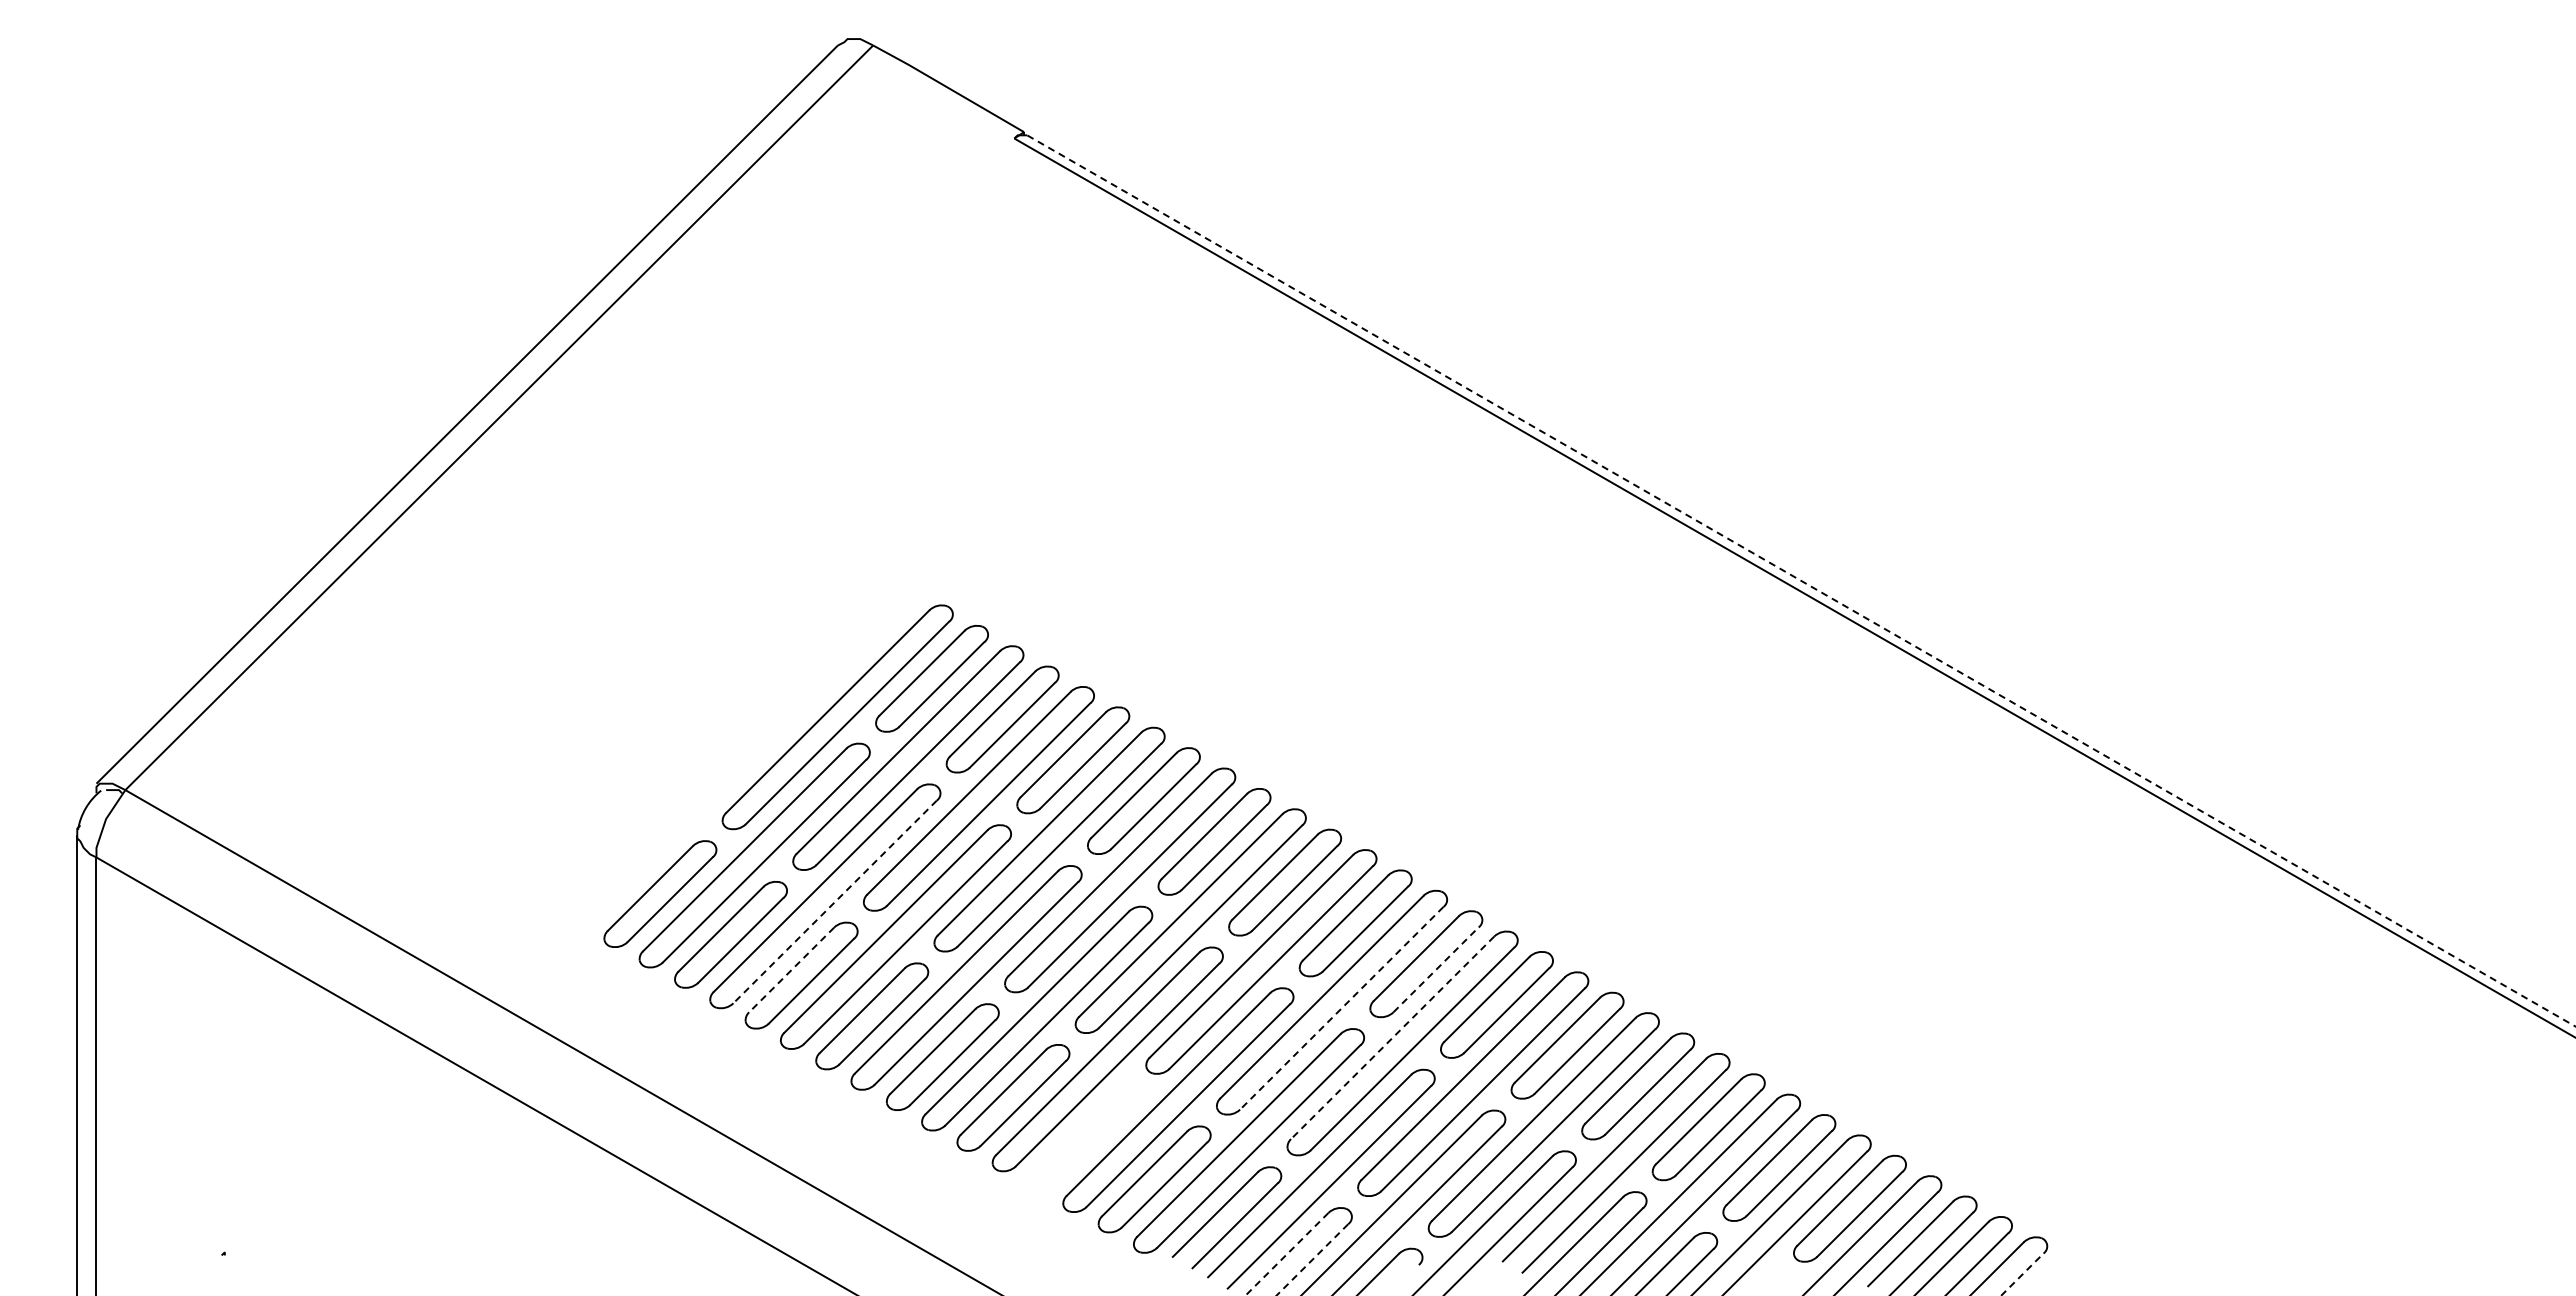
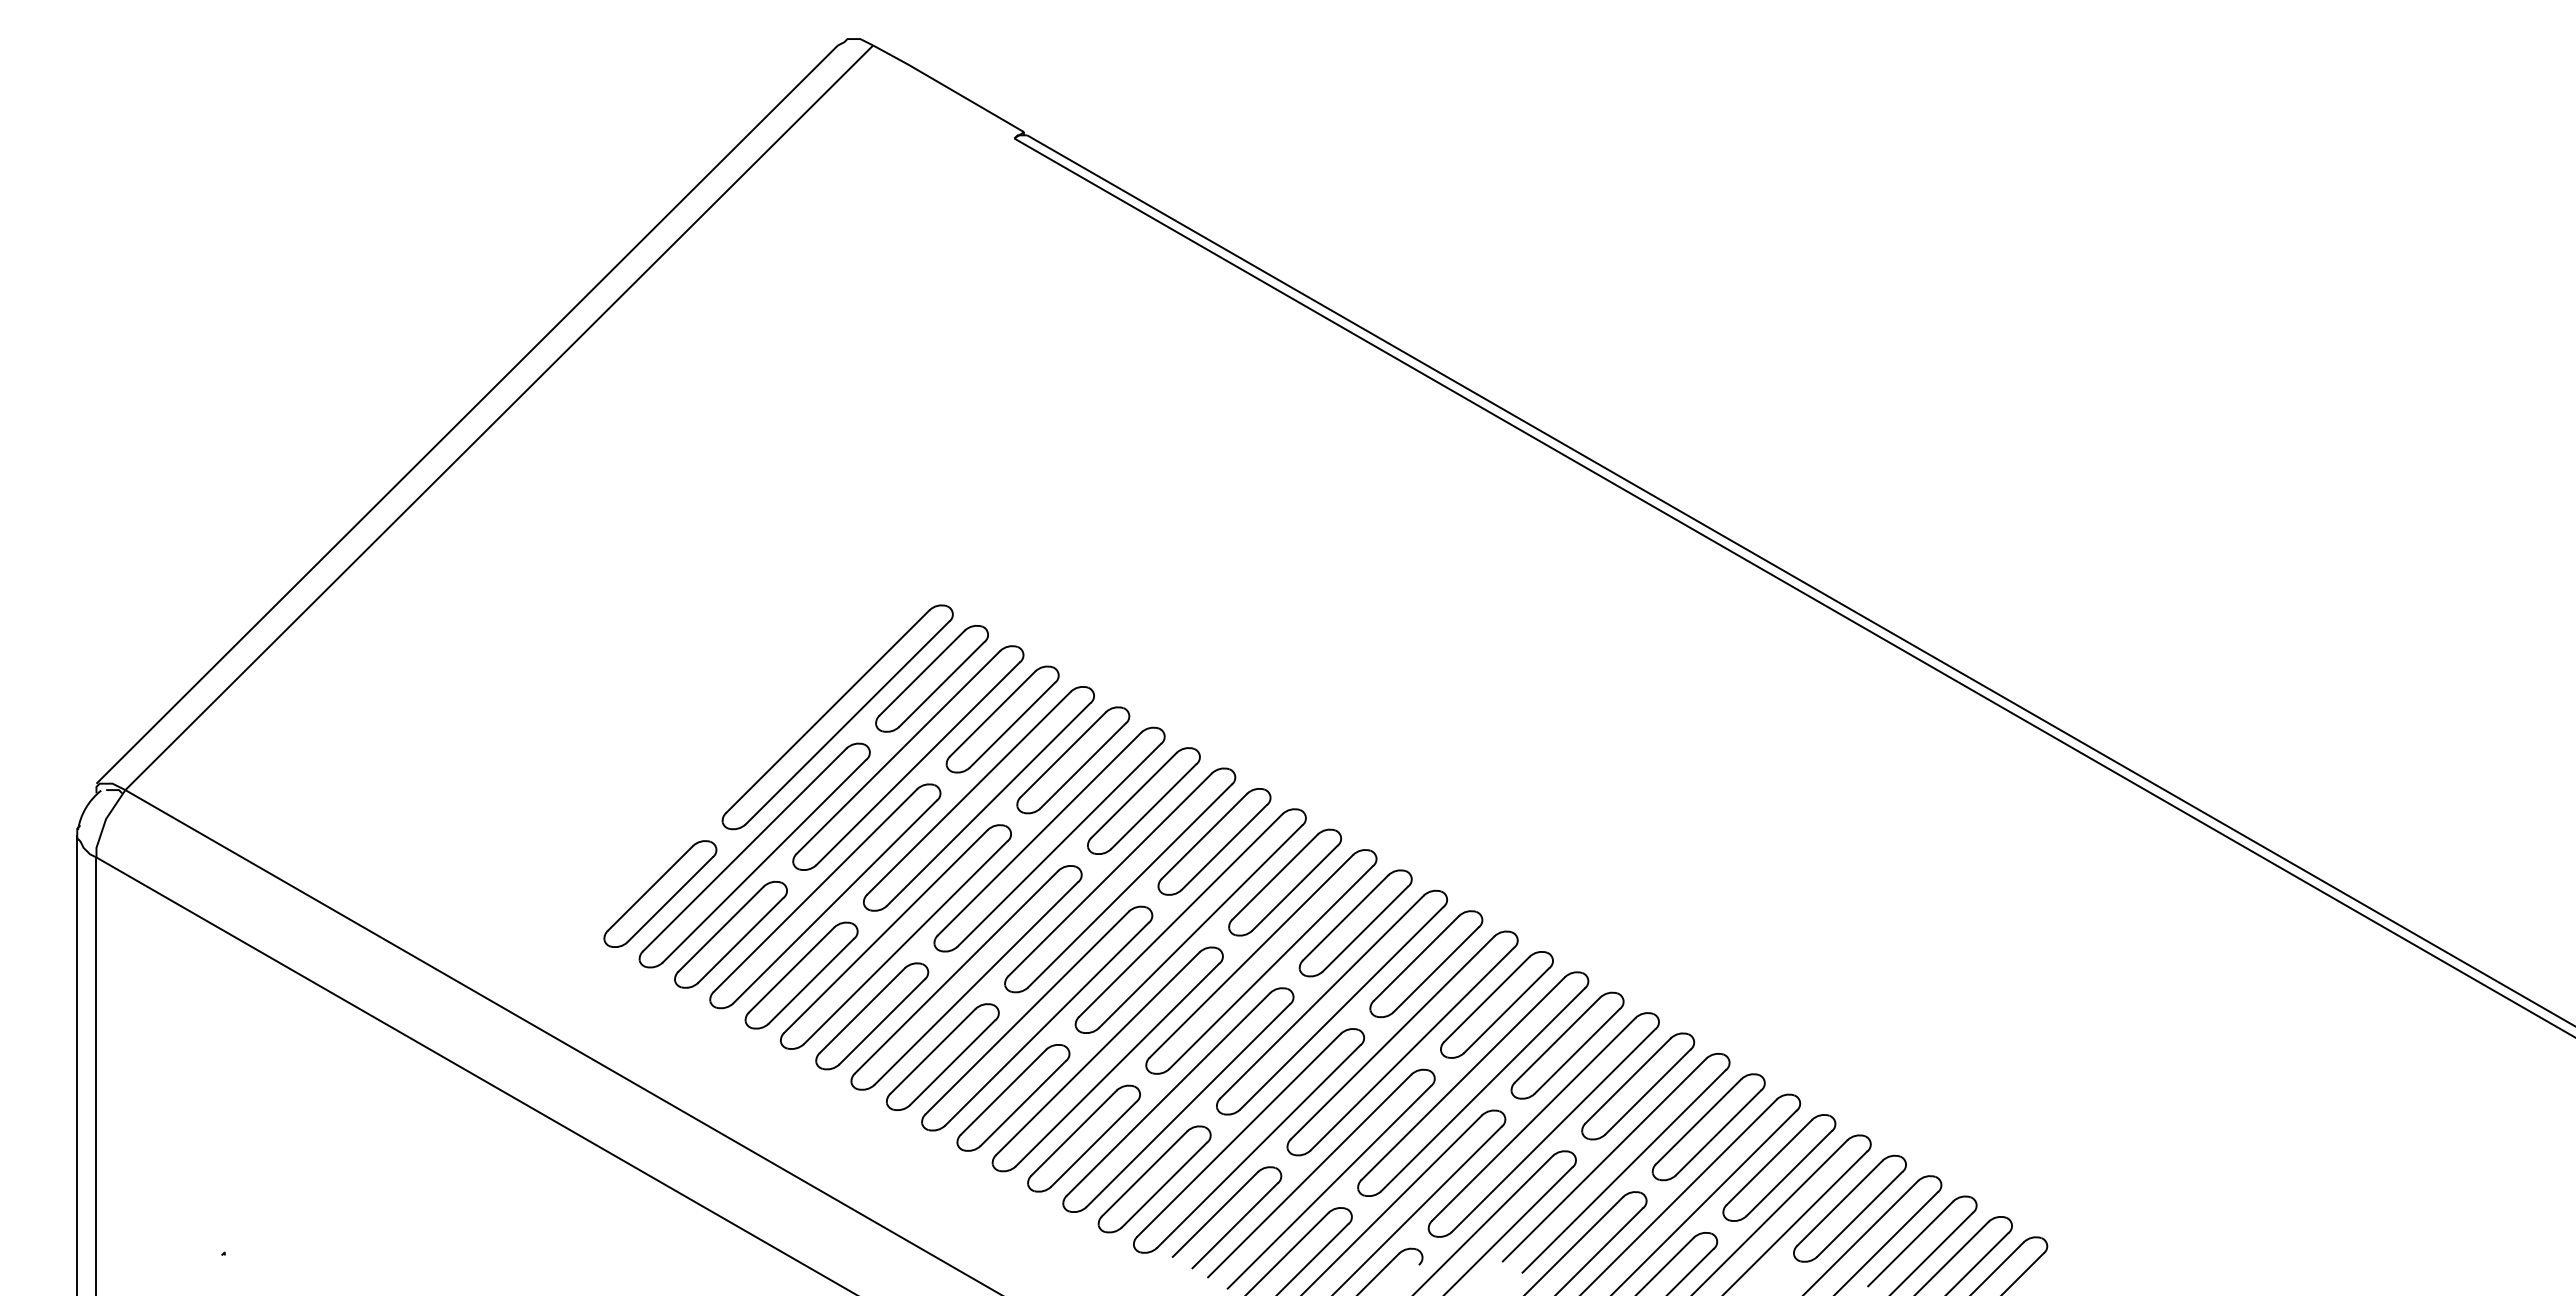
line at (1801, 580): dashed -> solid
line at (834, 902): dashed -> solid
line at (791, 969): dashed -> solid
line at (1436, 969): dashed -> solid
line at (1341, 1008): dashed -> solid
line at (1392, 1038): dashed -> solid
part at (1083, 1138): none -> present
line at (1286, 1254): dashed -> solid
line at (1312, 1259): dashed -> solid
line at (2022, 1274): dashed -> solid
